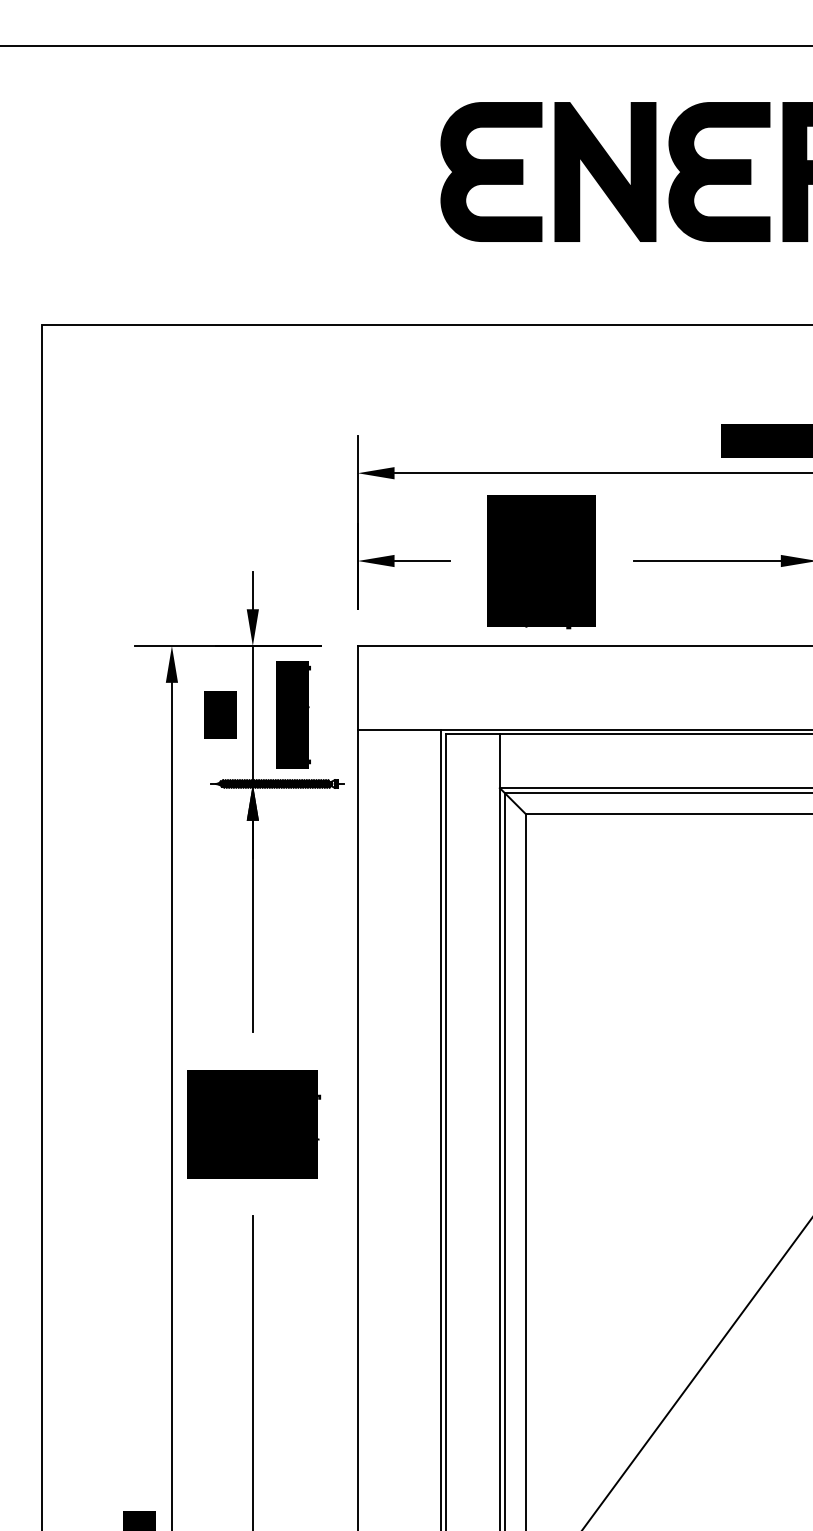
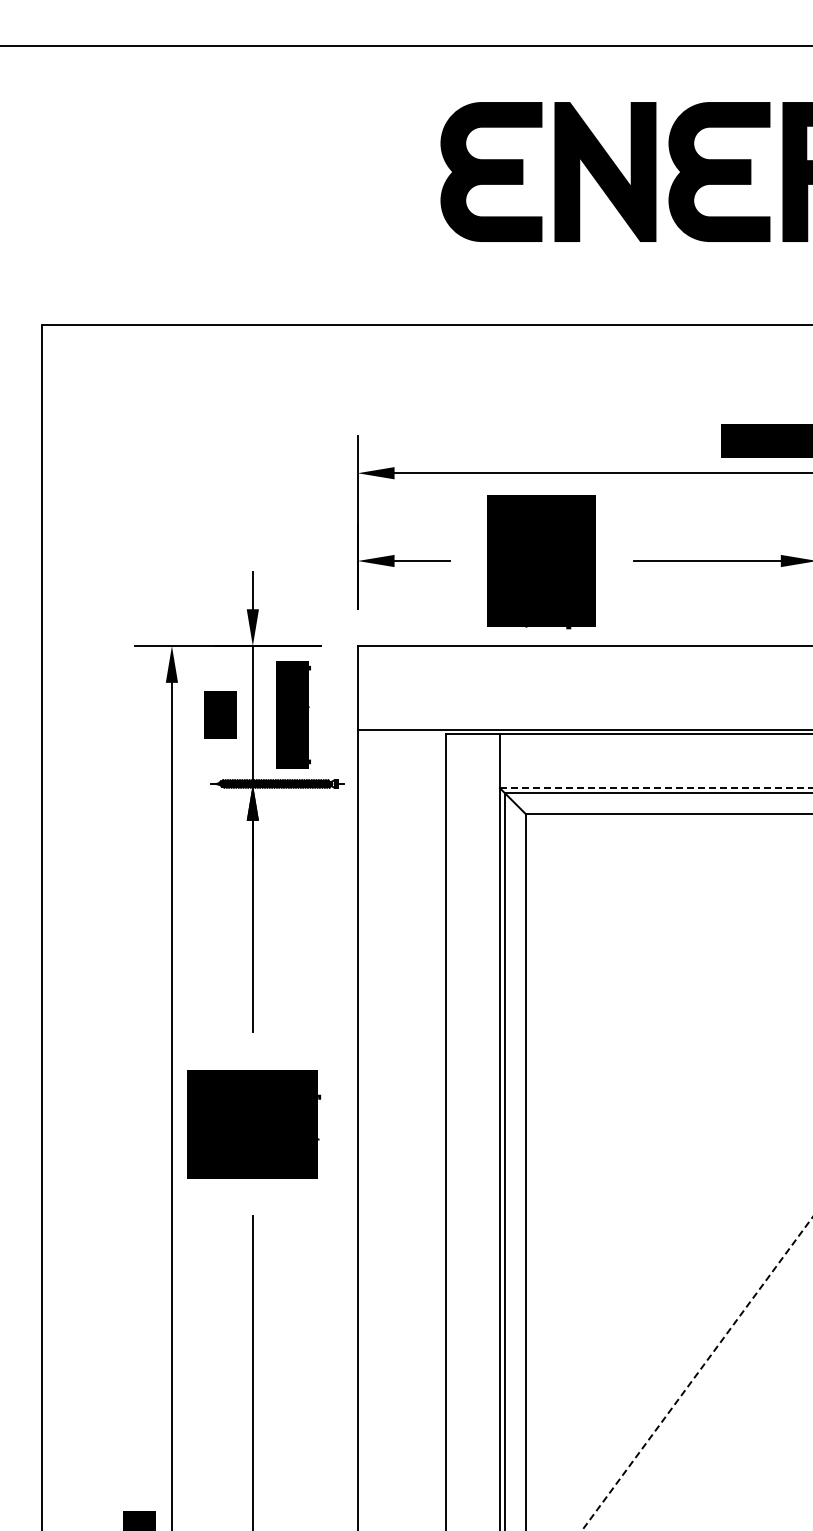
line at (656, 788): solid -> dashed
line at (441, 1128): present -> none
line at (697, 1373): solid -> dashed
